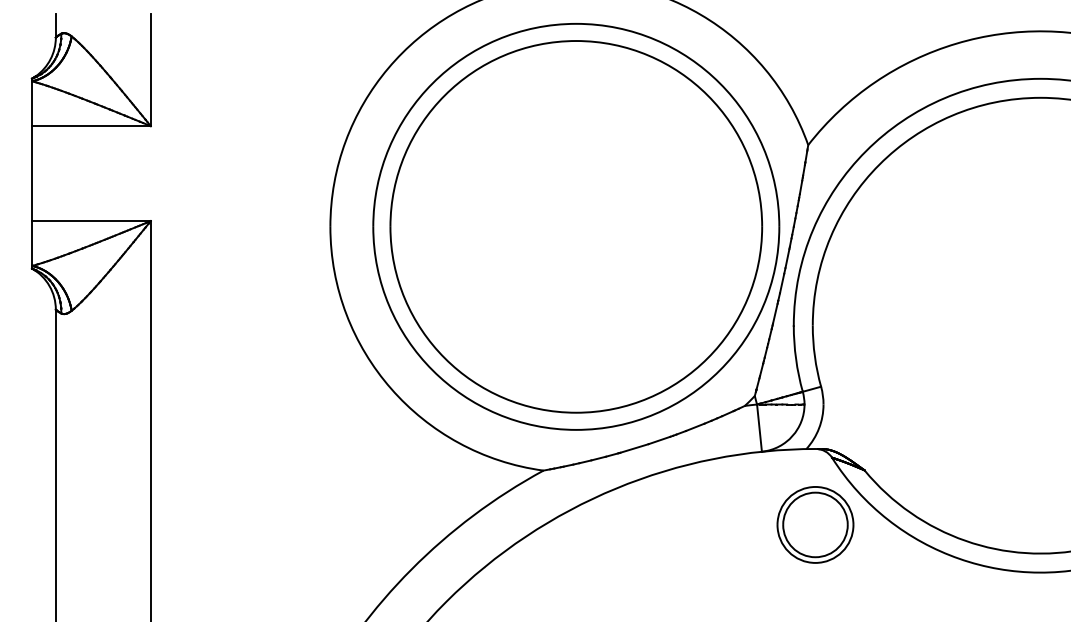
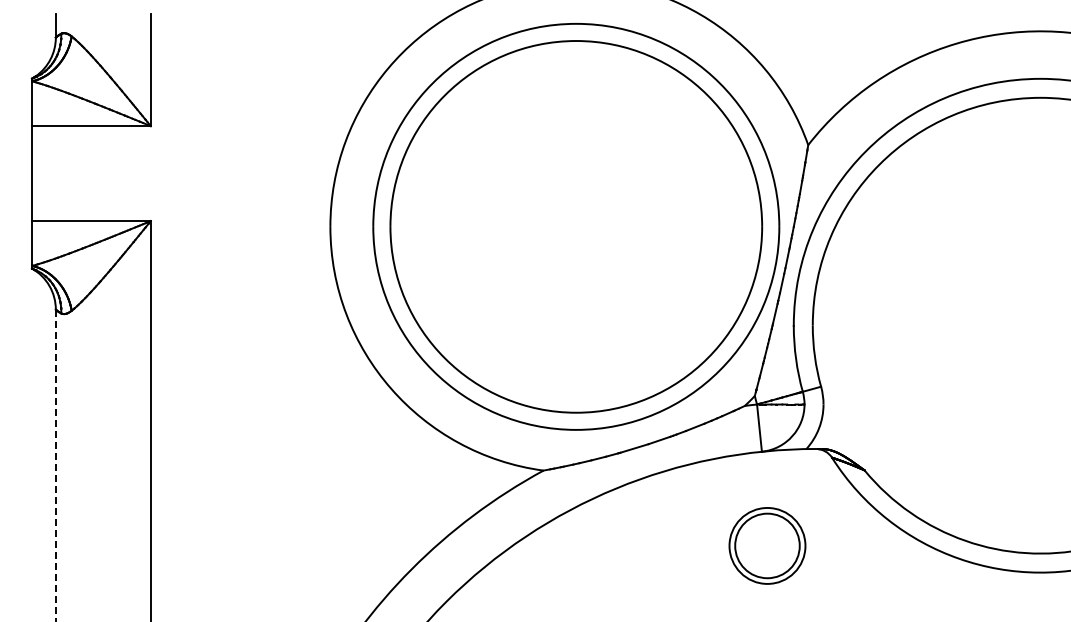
line at (55, 465): solid -> dashed
part at (815, 524) position: (815, 524) -> (767, 545)
